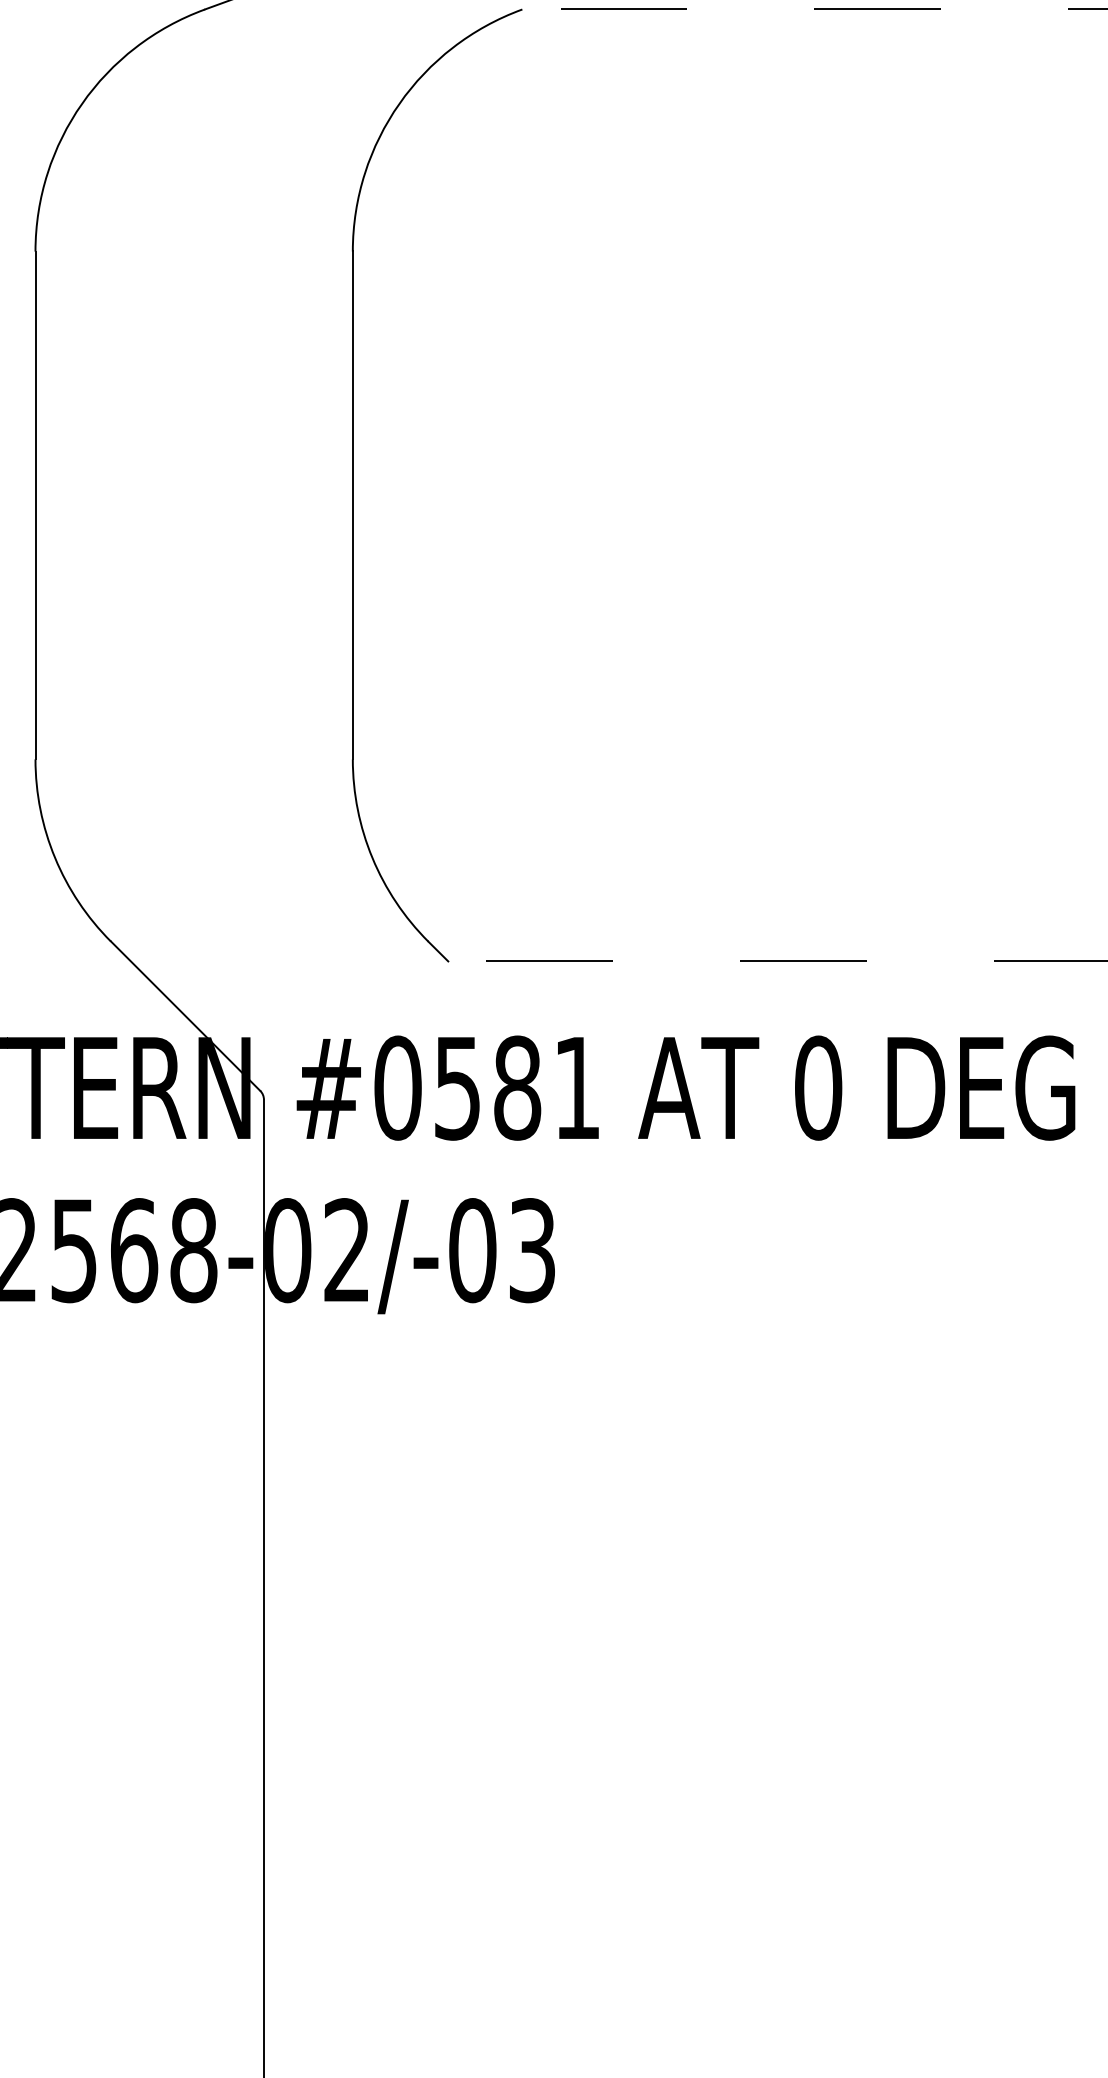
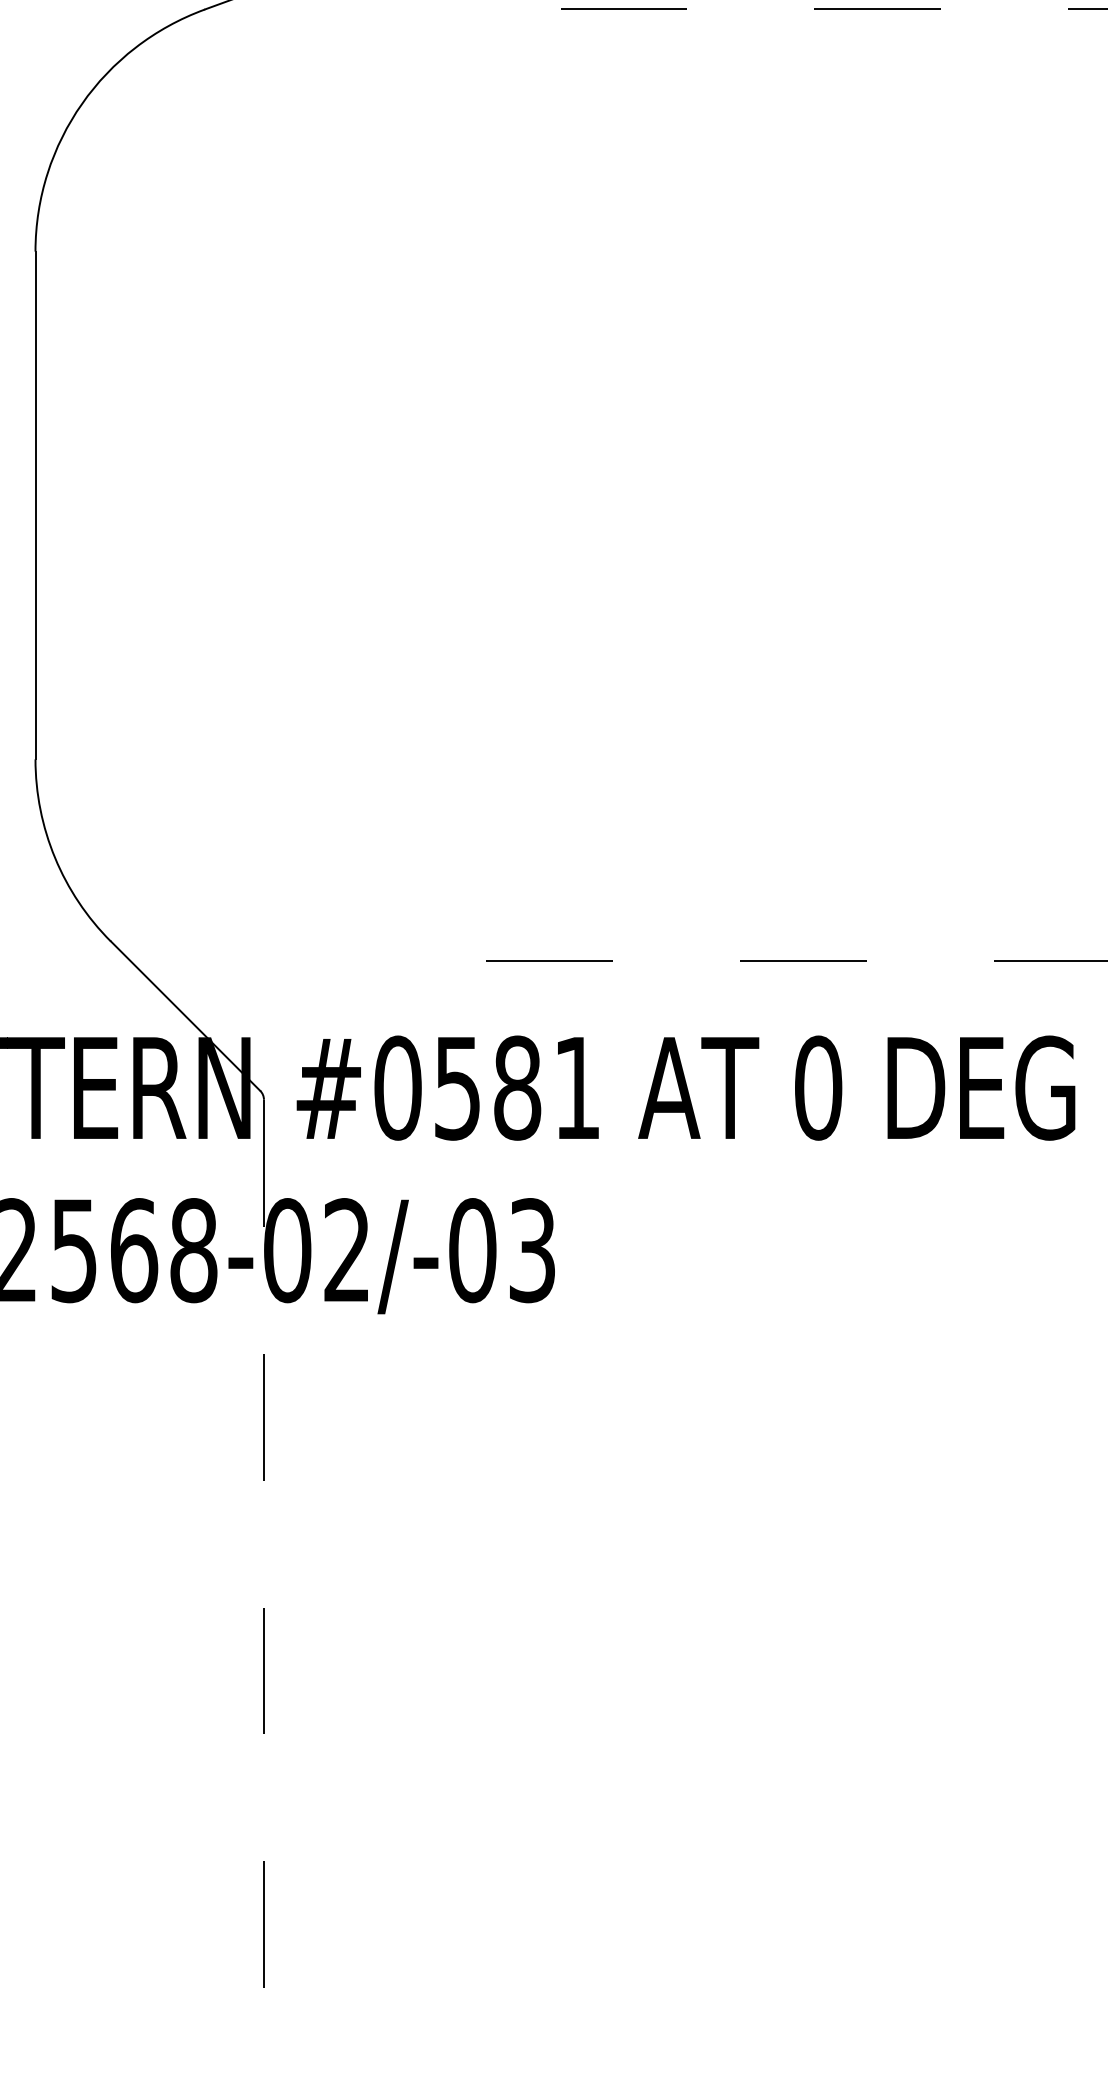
part at (353, 485): present -> none
line at (263, 1588): solid -> dashed
